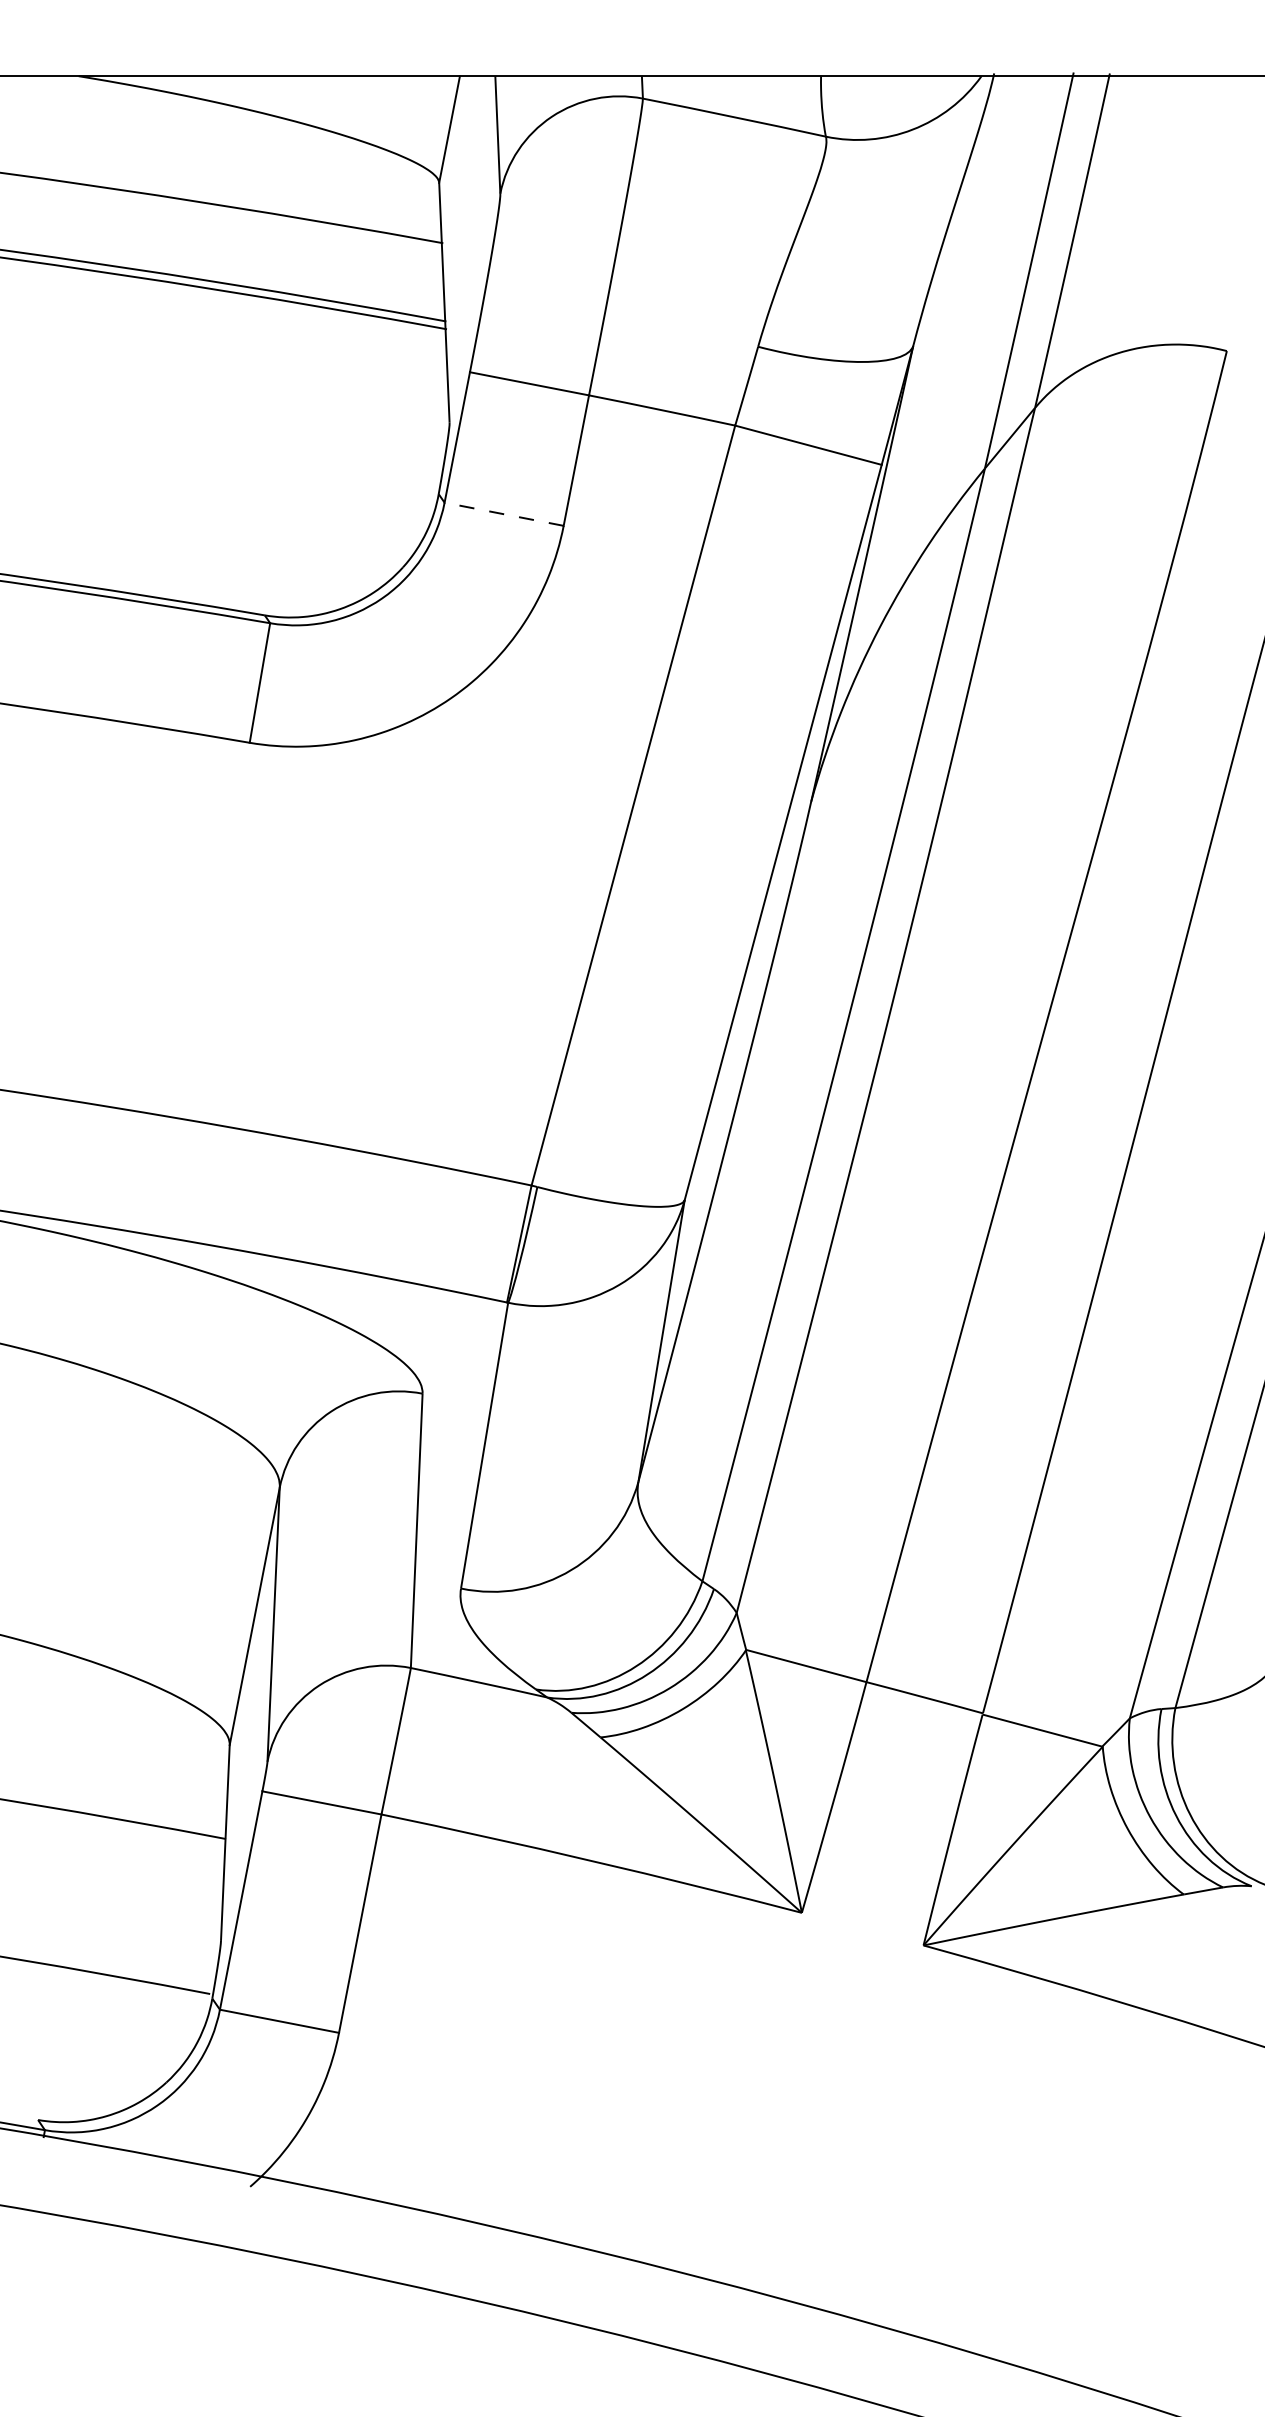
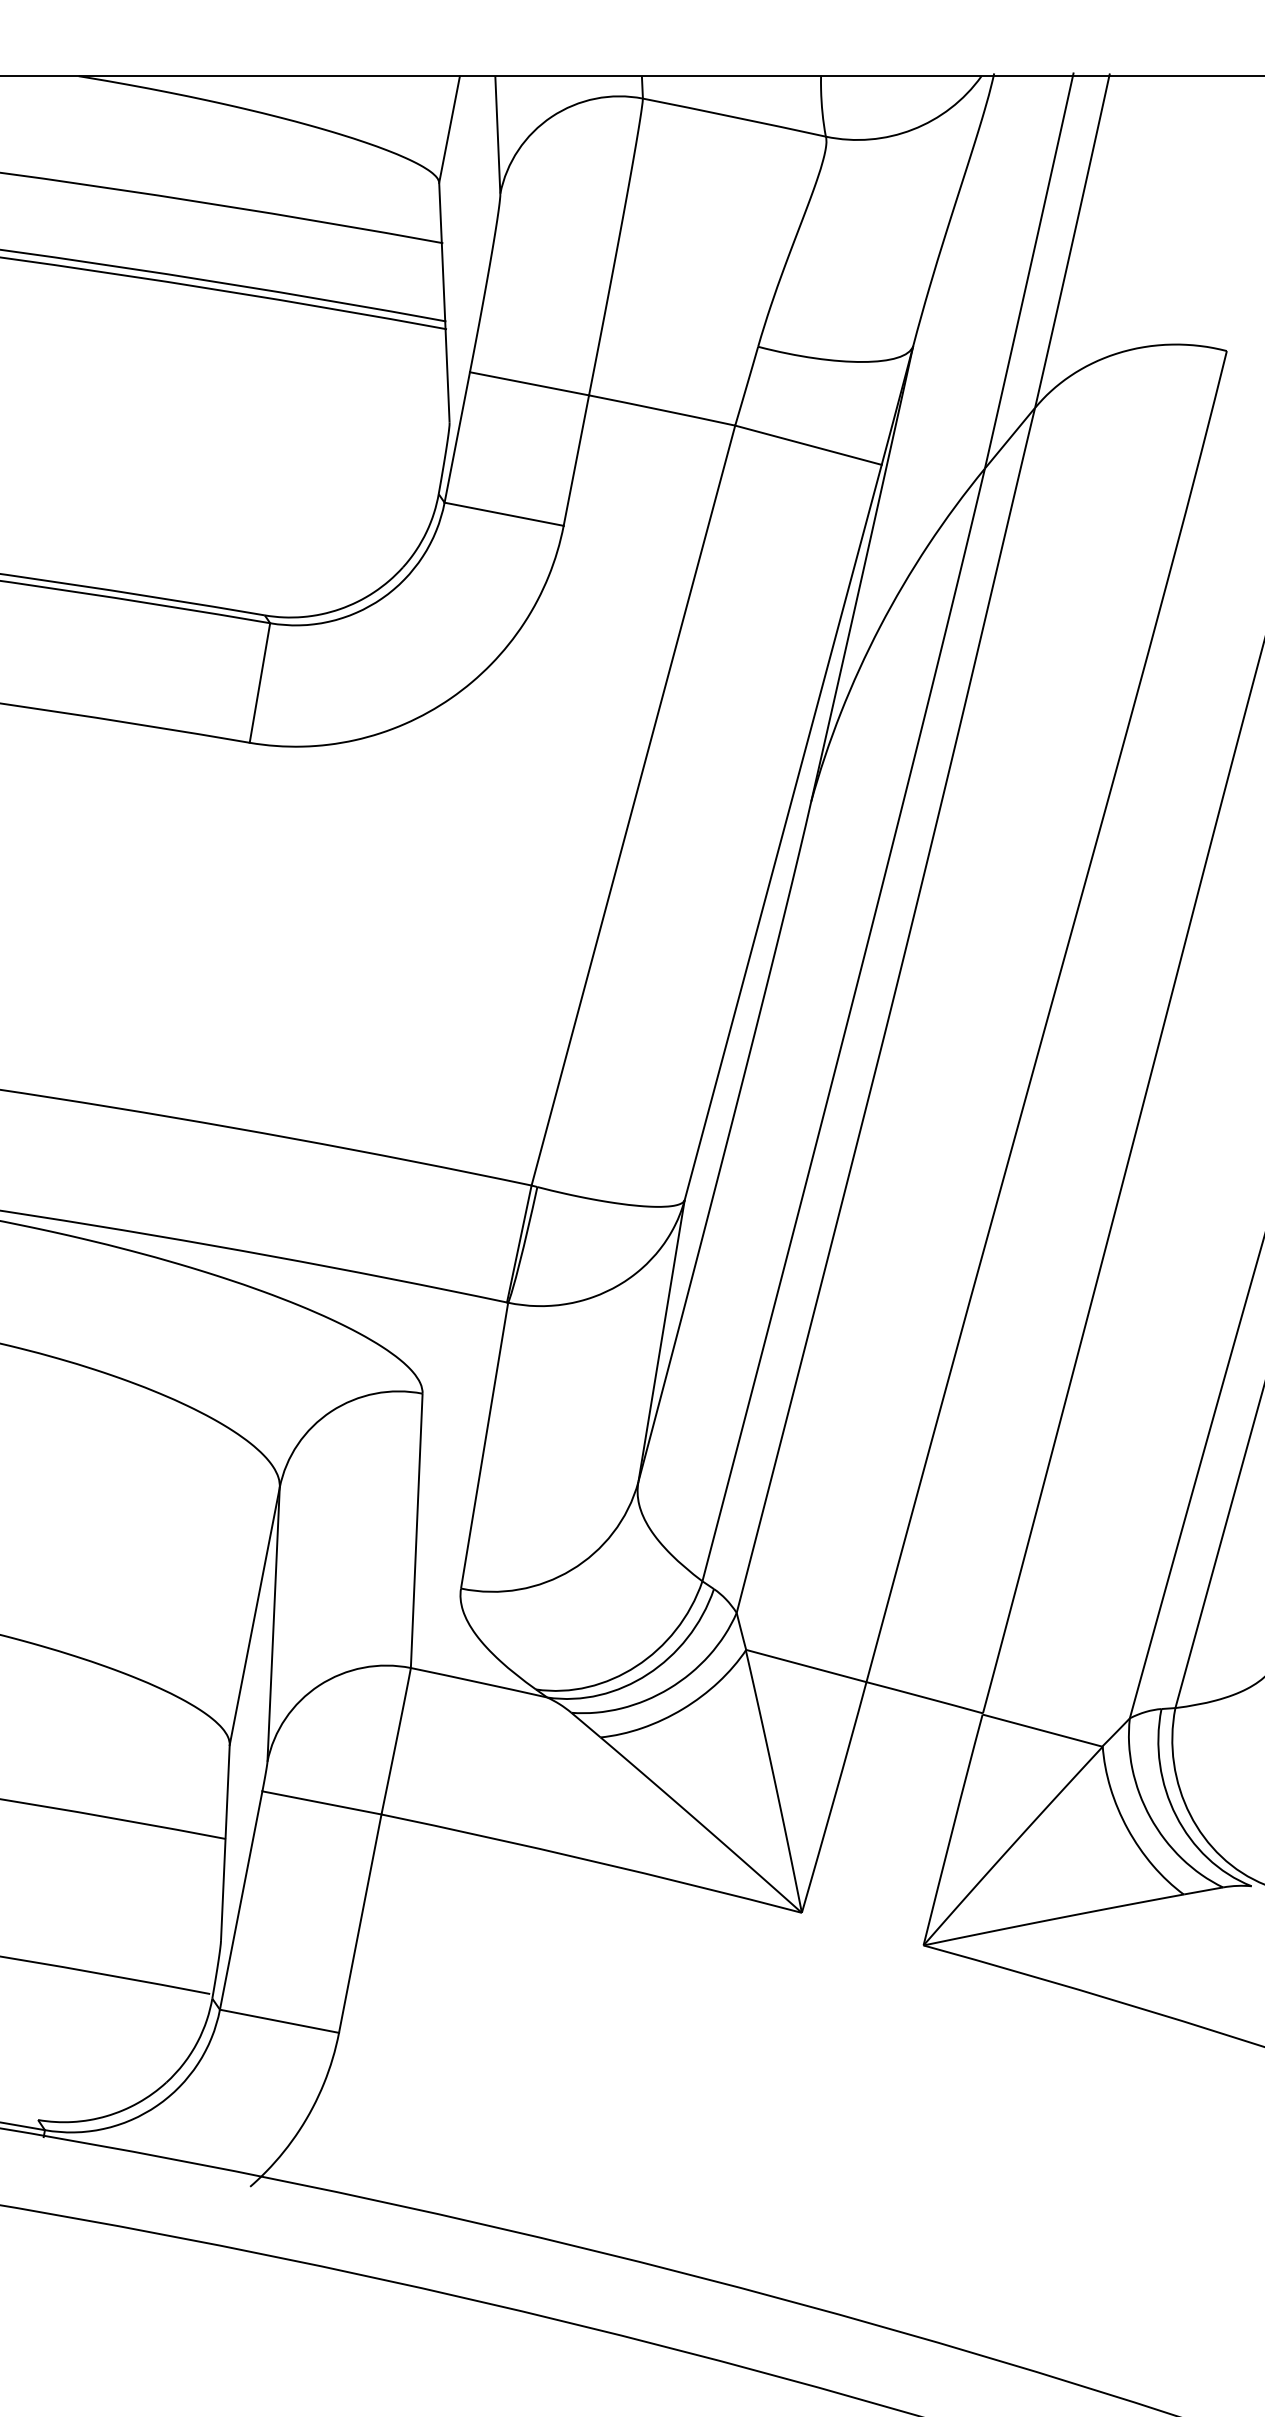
line at (504, 514): dashed -> solid
